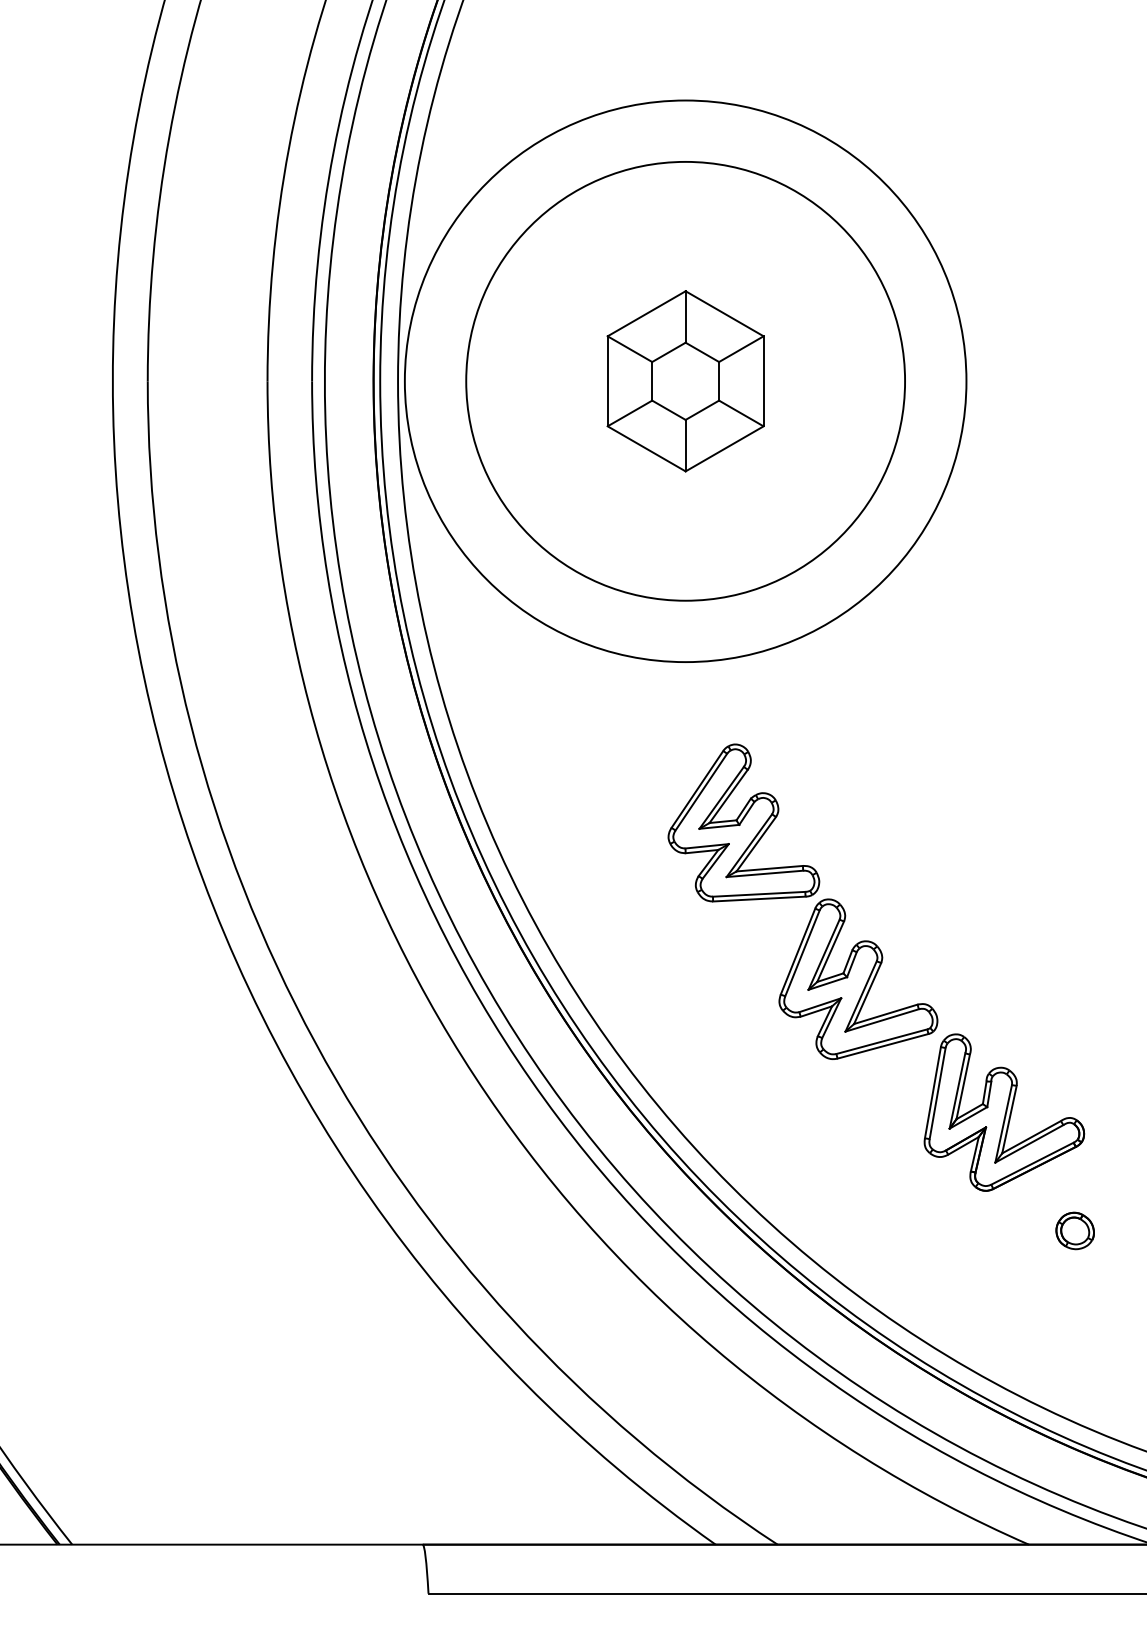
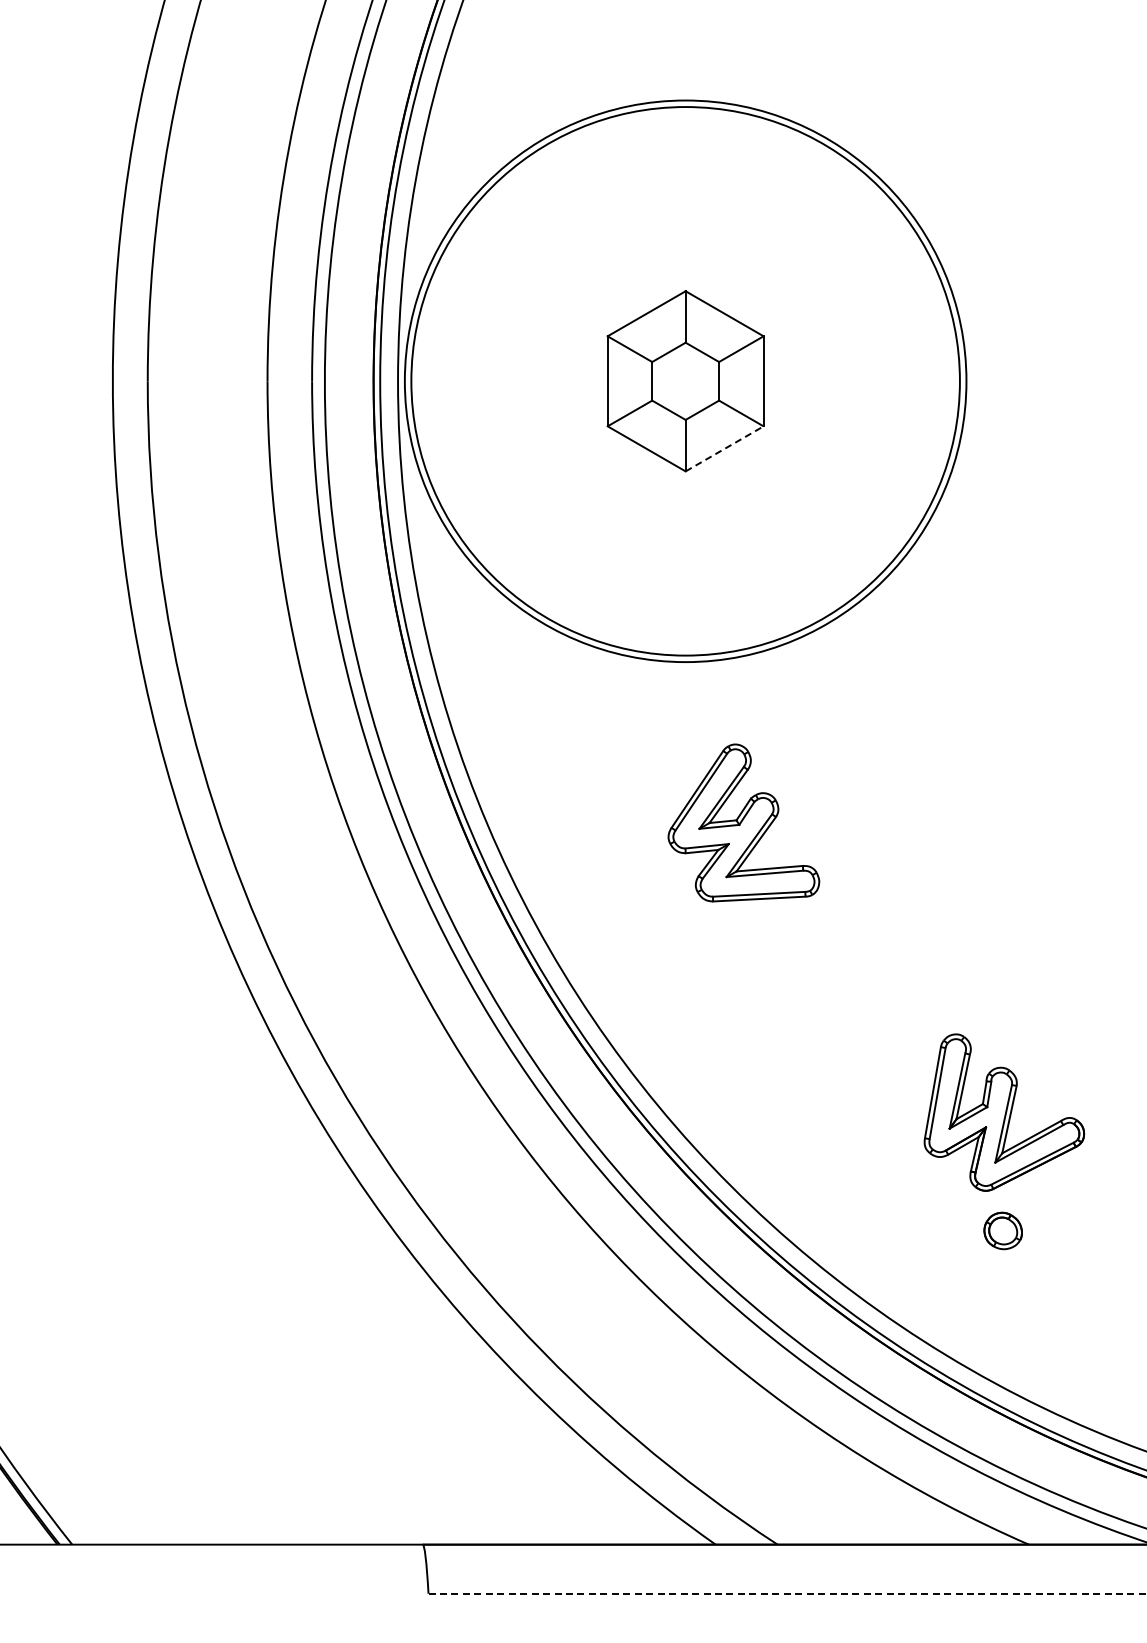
circle at (685, 380) diameter: 439 px -> 549 px
line at (725, 448): solid -> dashed
part at (858, 978): present -> none
part at (1074, 1230) position: (1074, 1230) -> (1002, 1230)
line at (787, 1593): solid -> dashed
